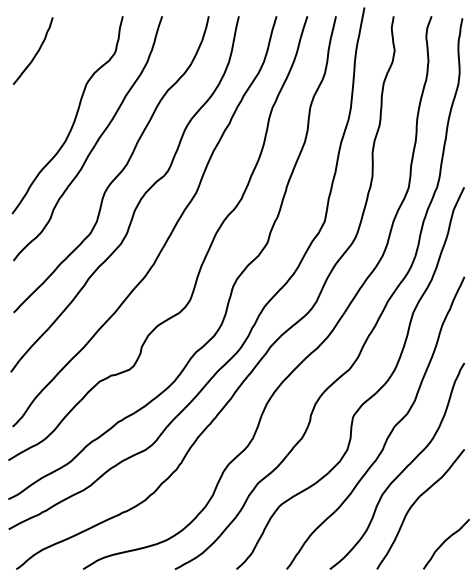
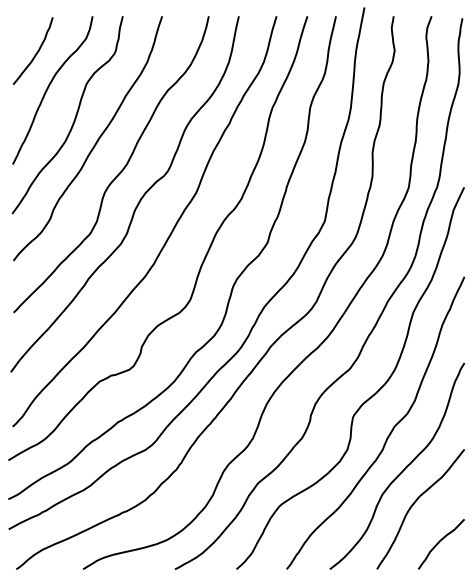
curve at (48, 89): none -> present
curve at (445, 542) position: (445, 542) -> (440, 542)
